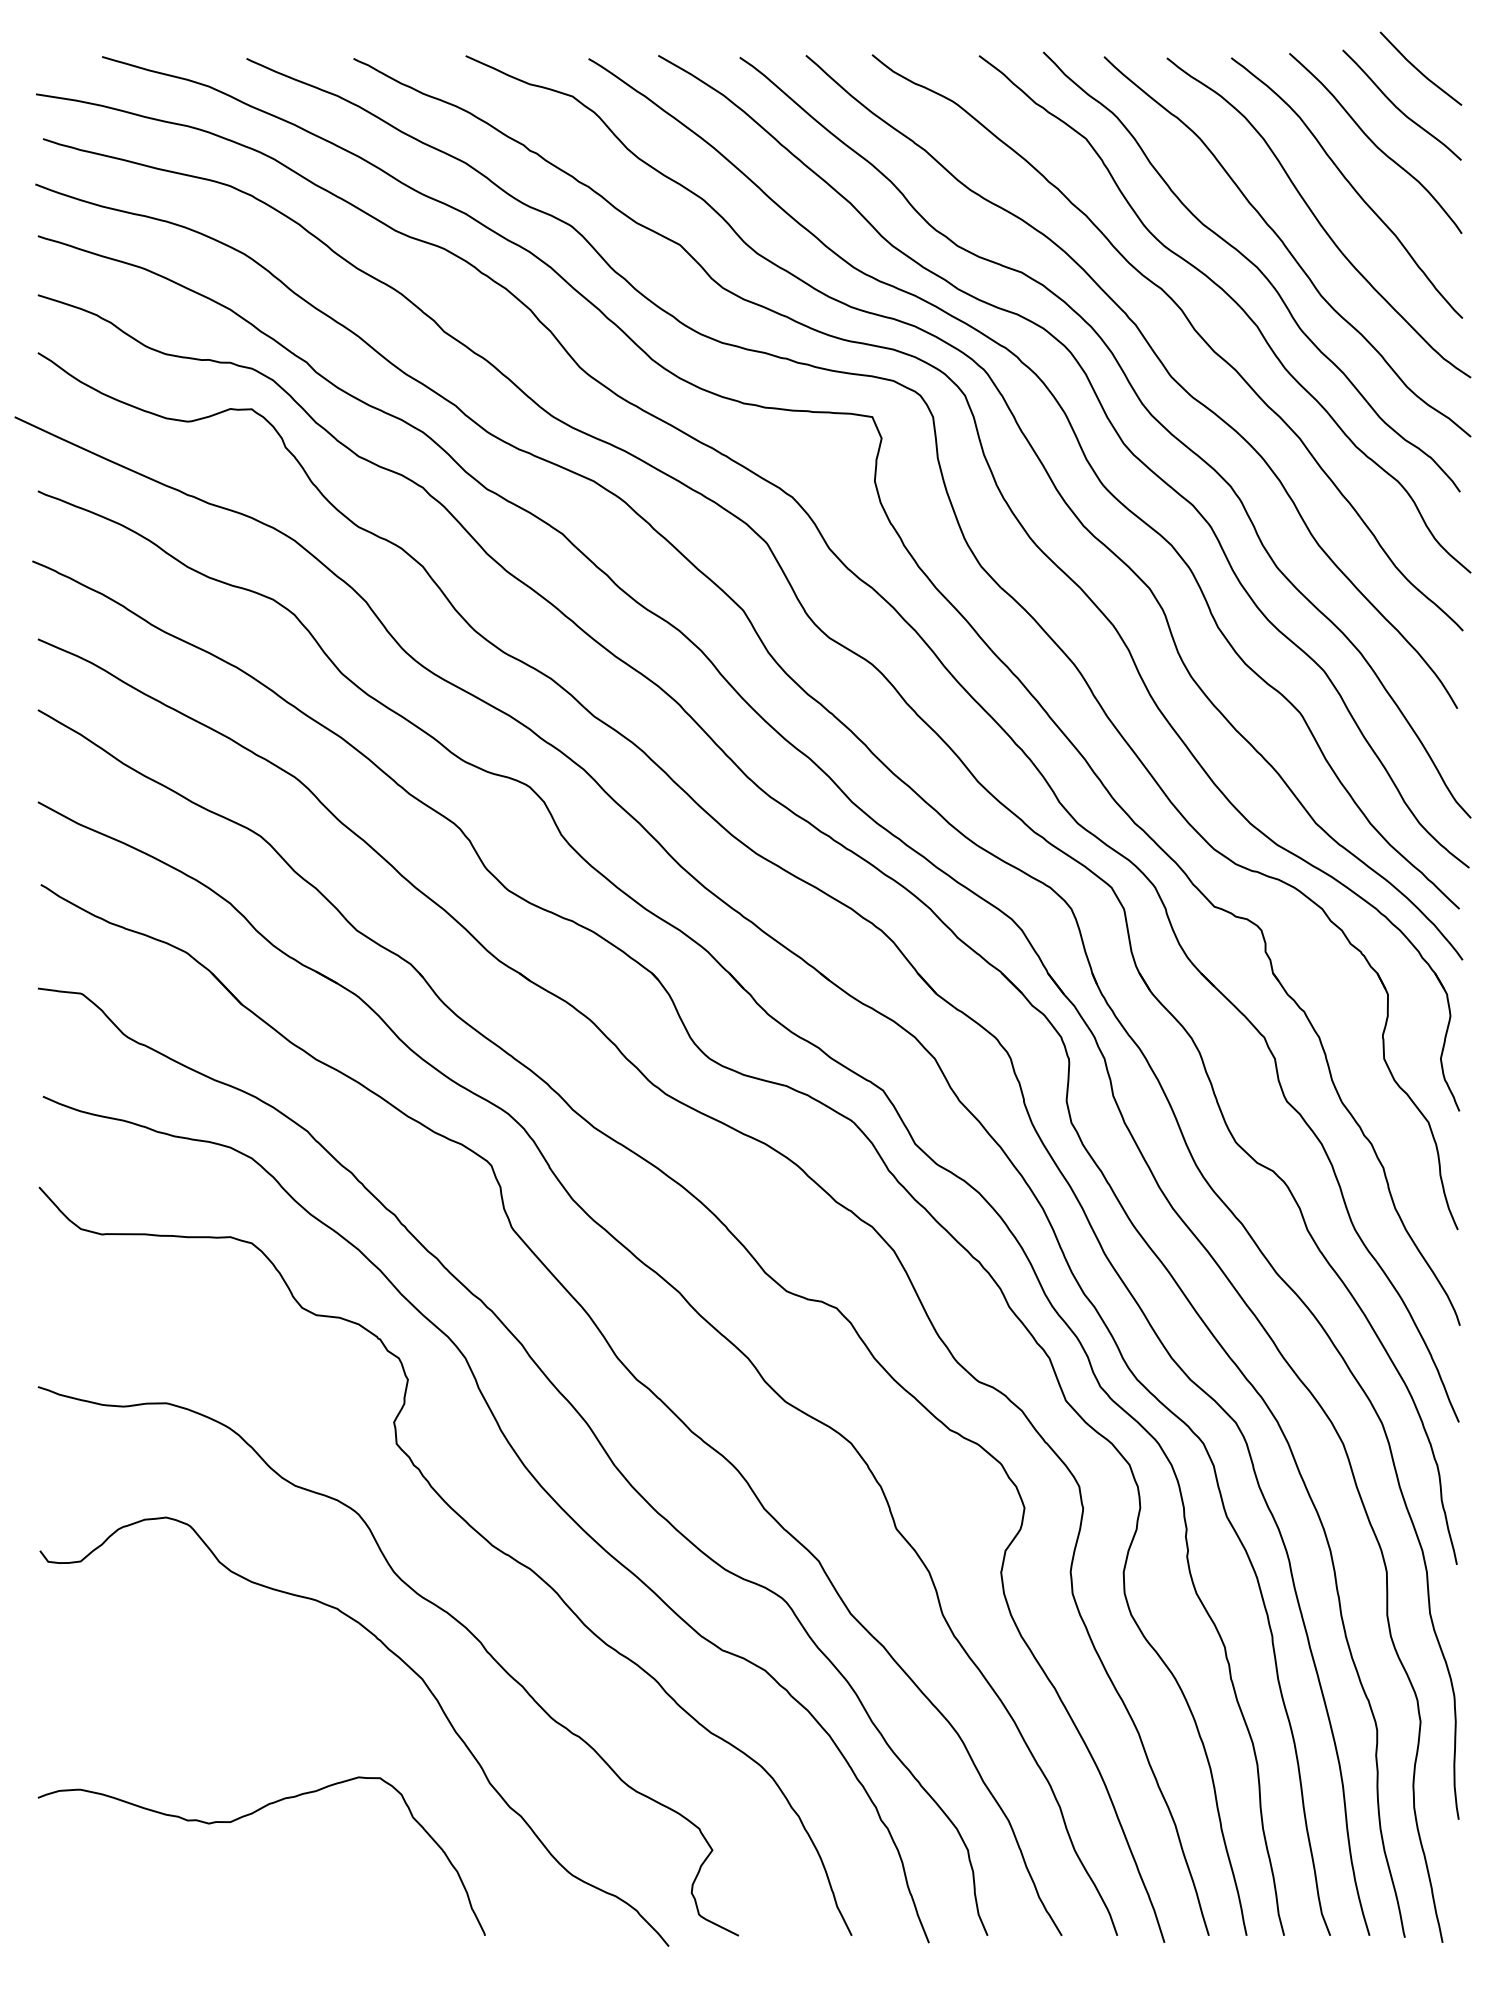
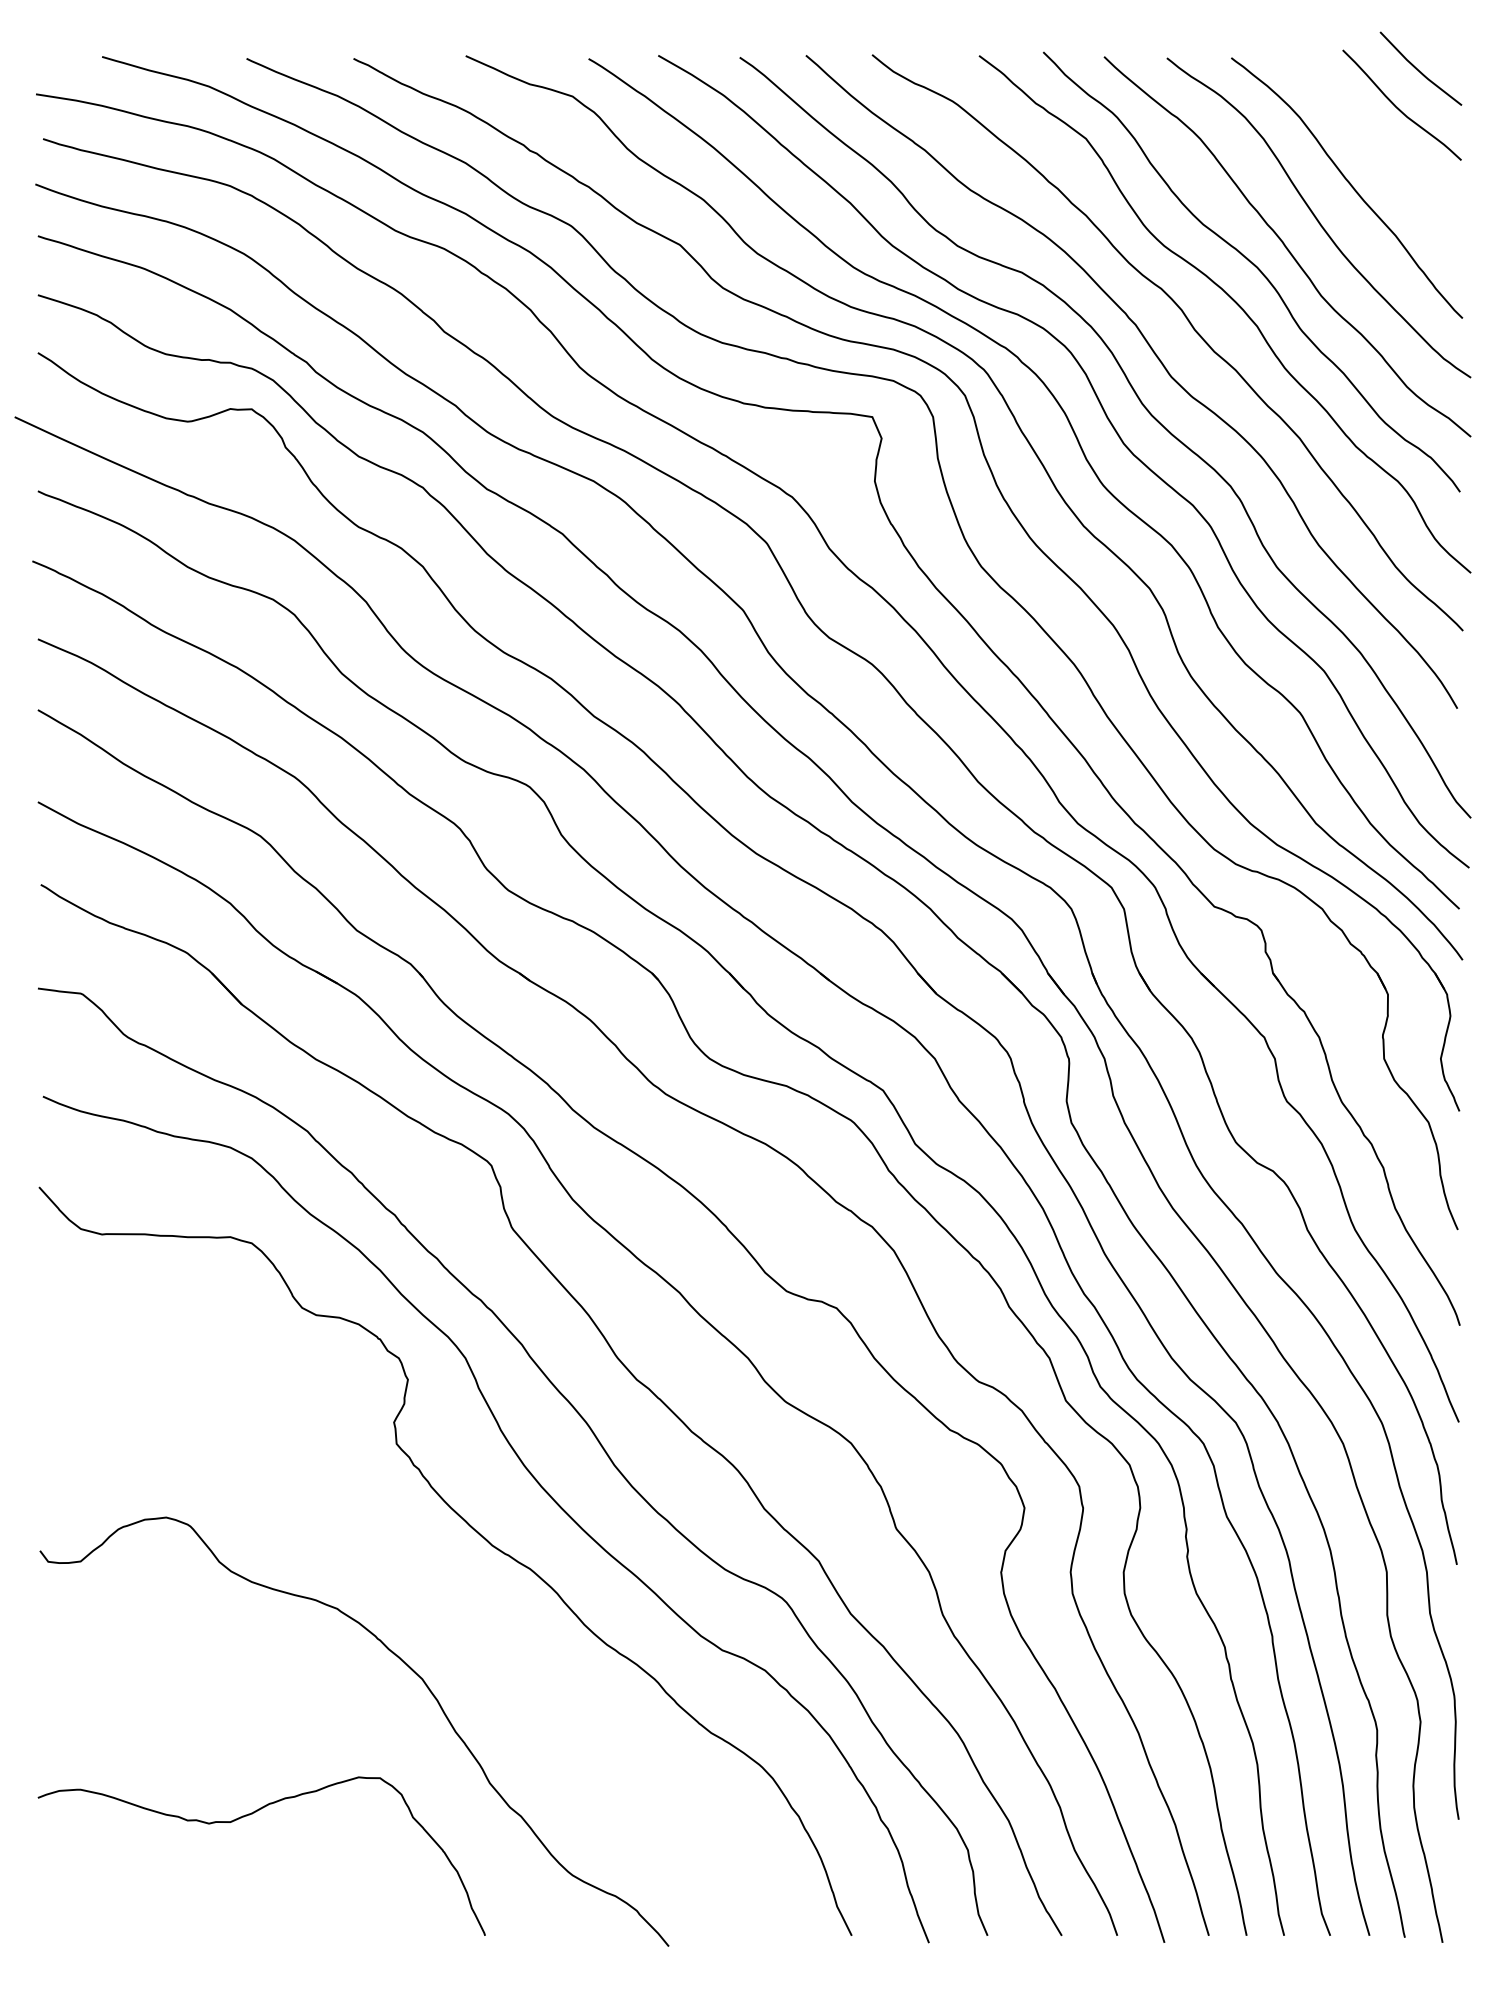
curve at (1375, 143): present -> none
curve at (423, 1599): present -> none
